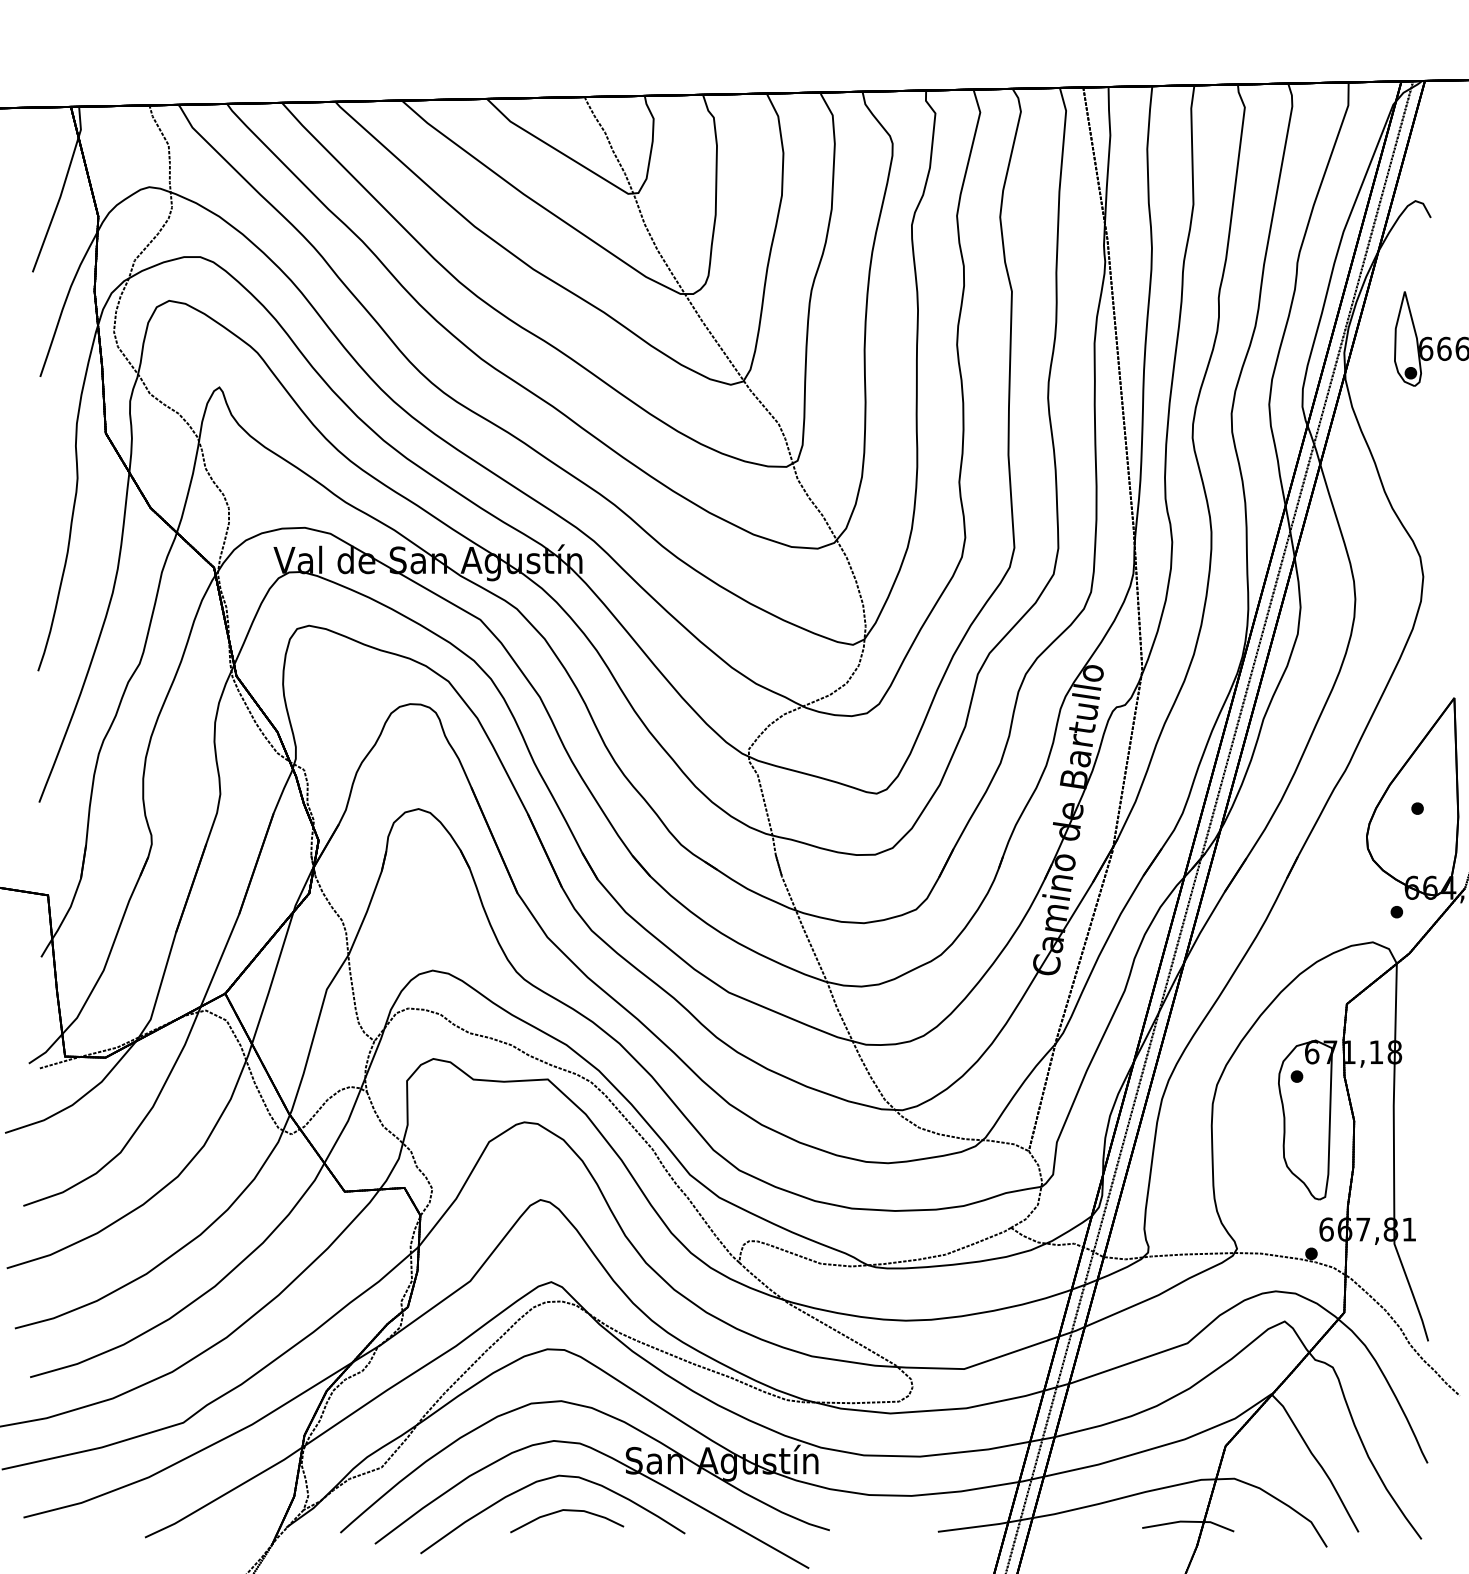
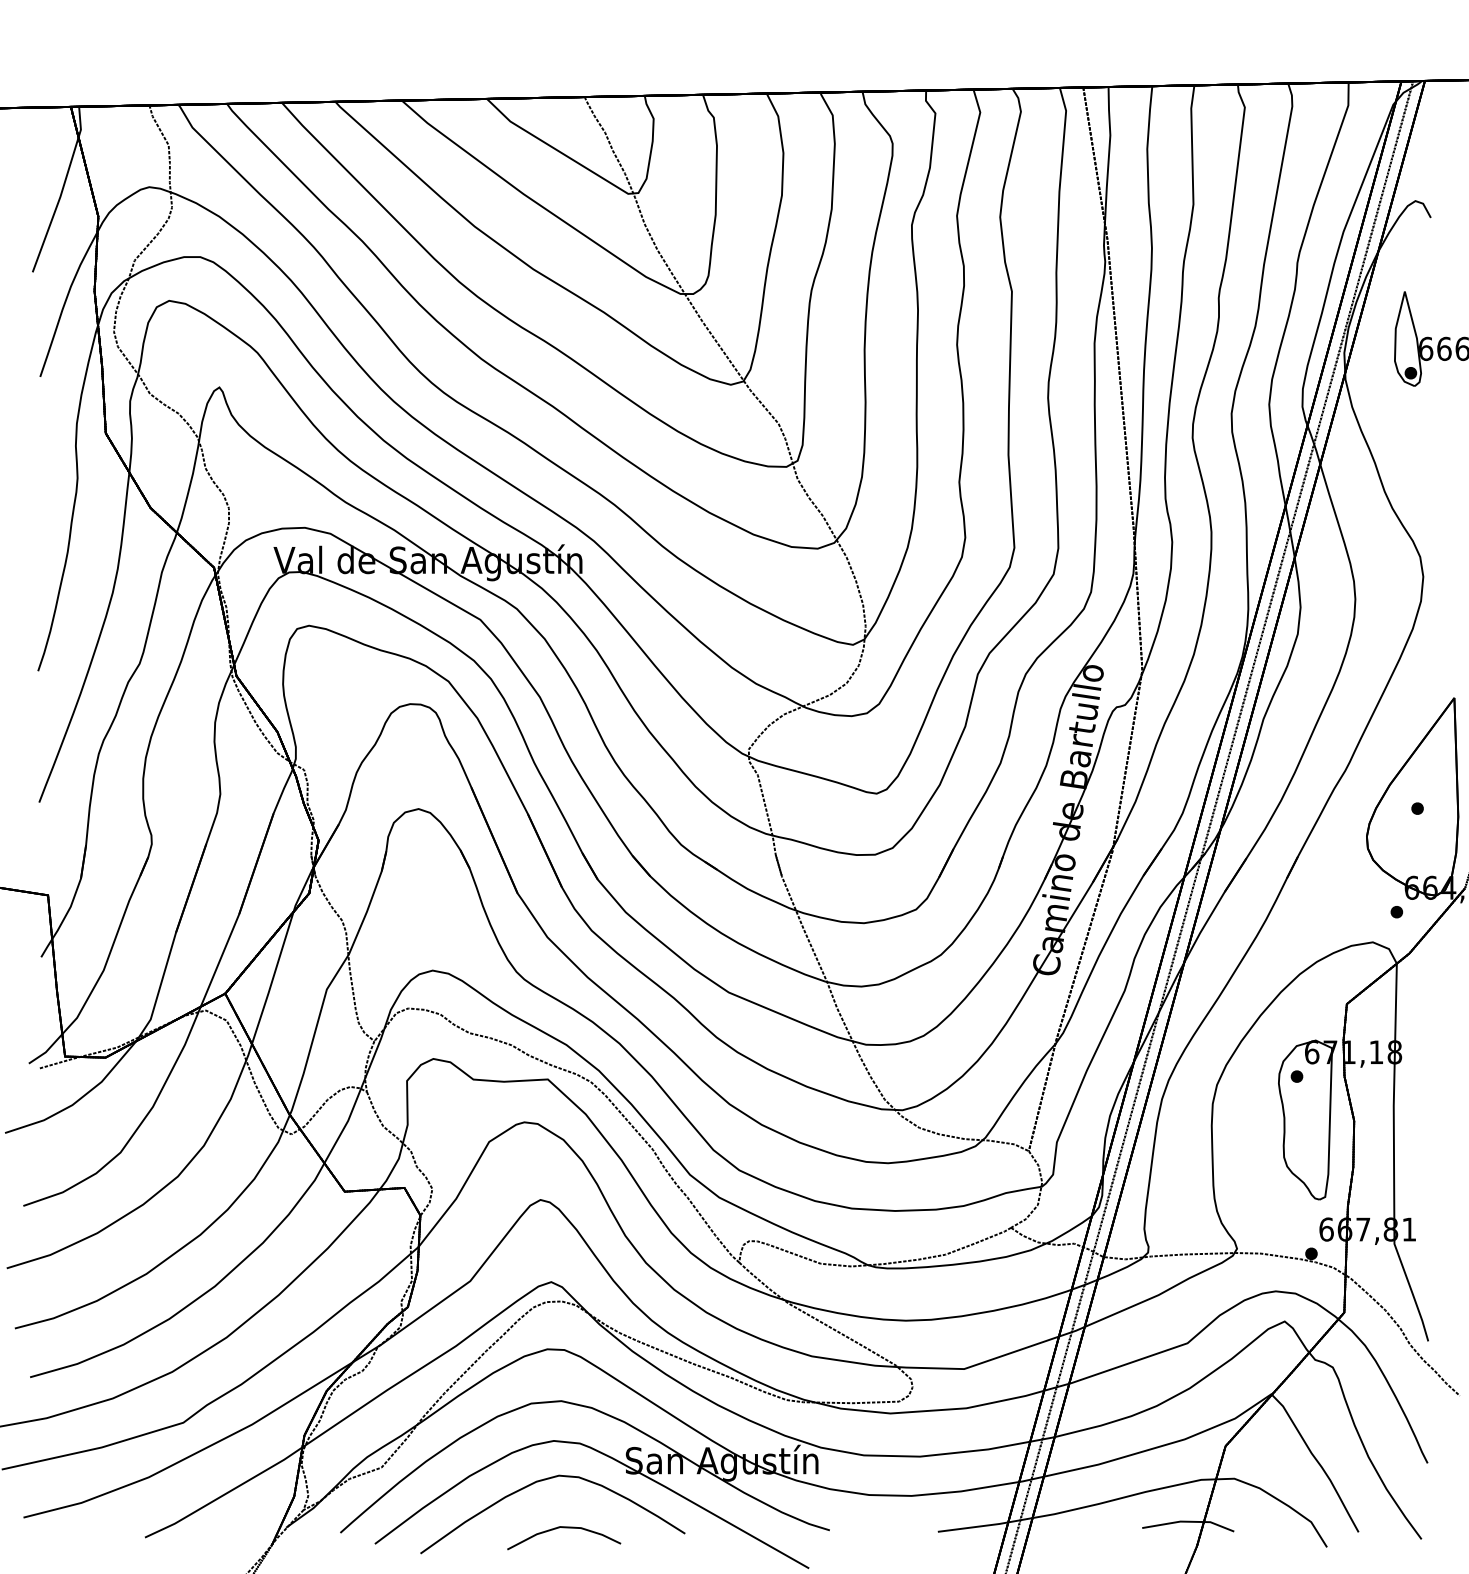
part at (567, 1511) position: (567, 1511) -> (564, 1528)
